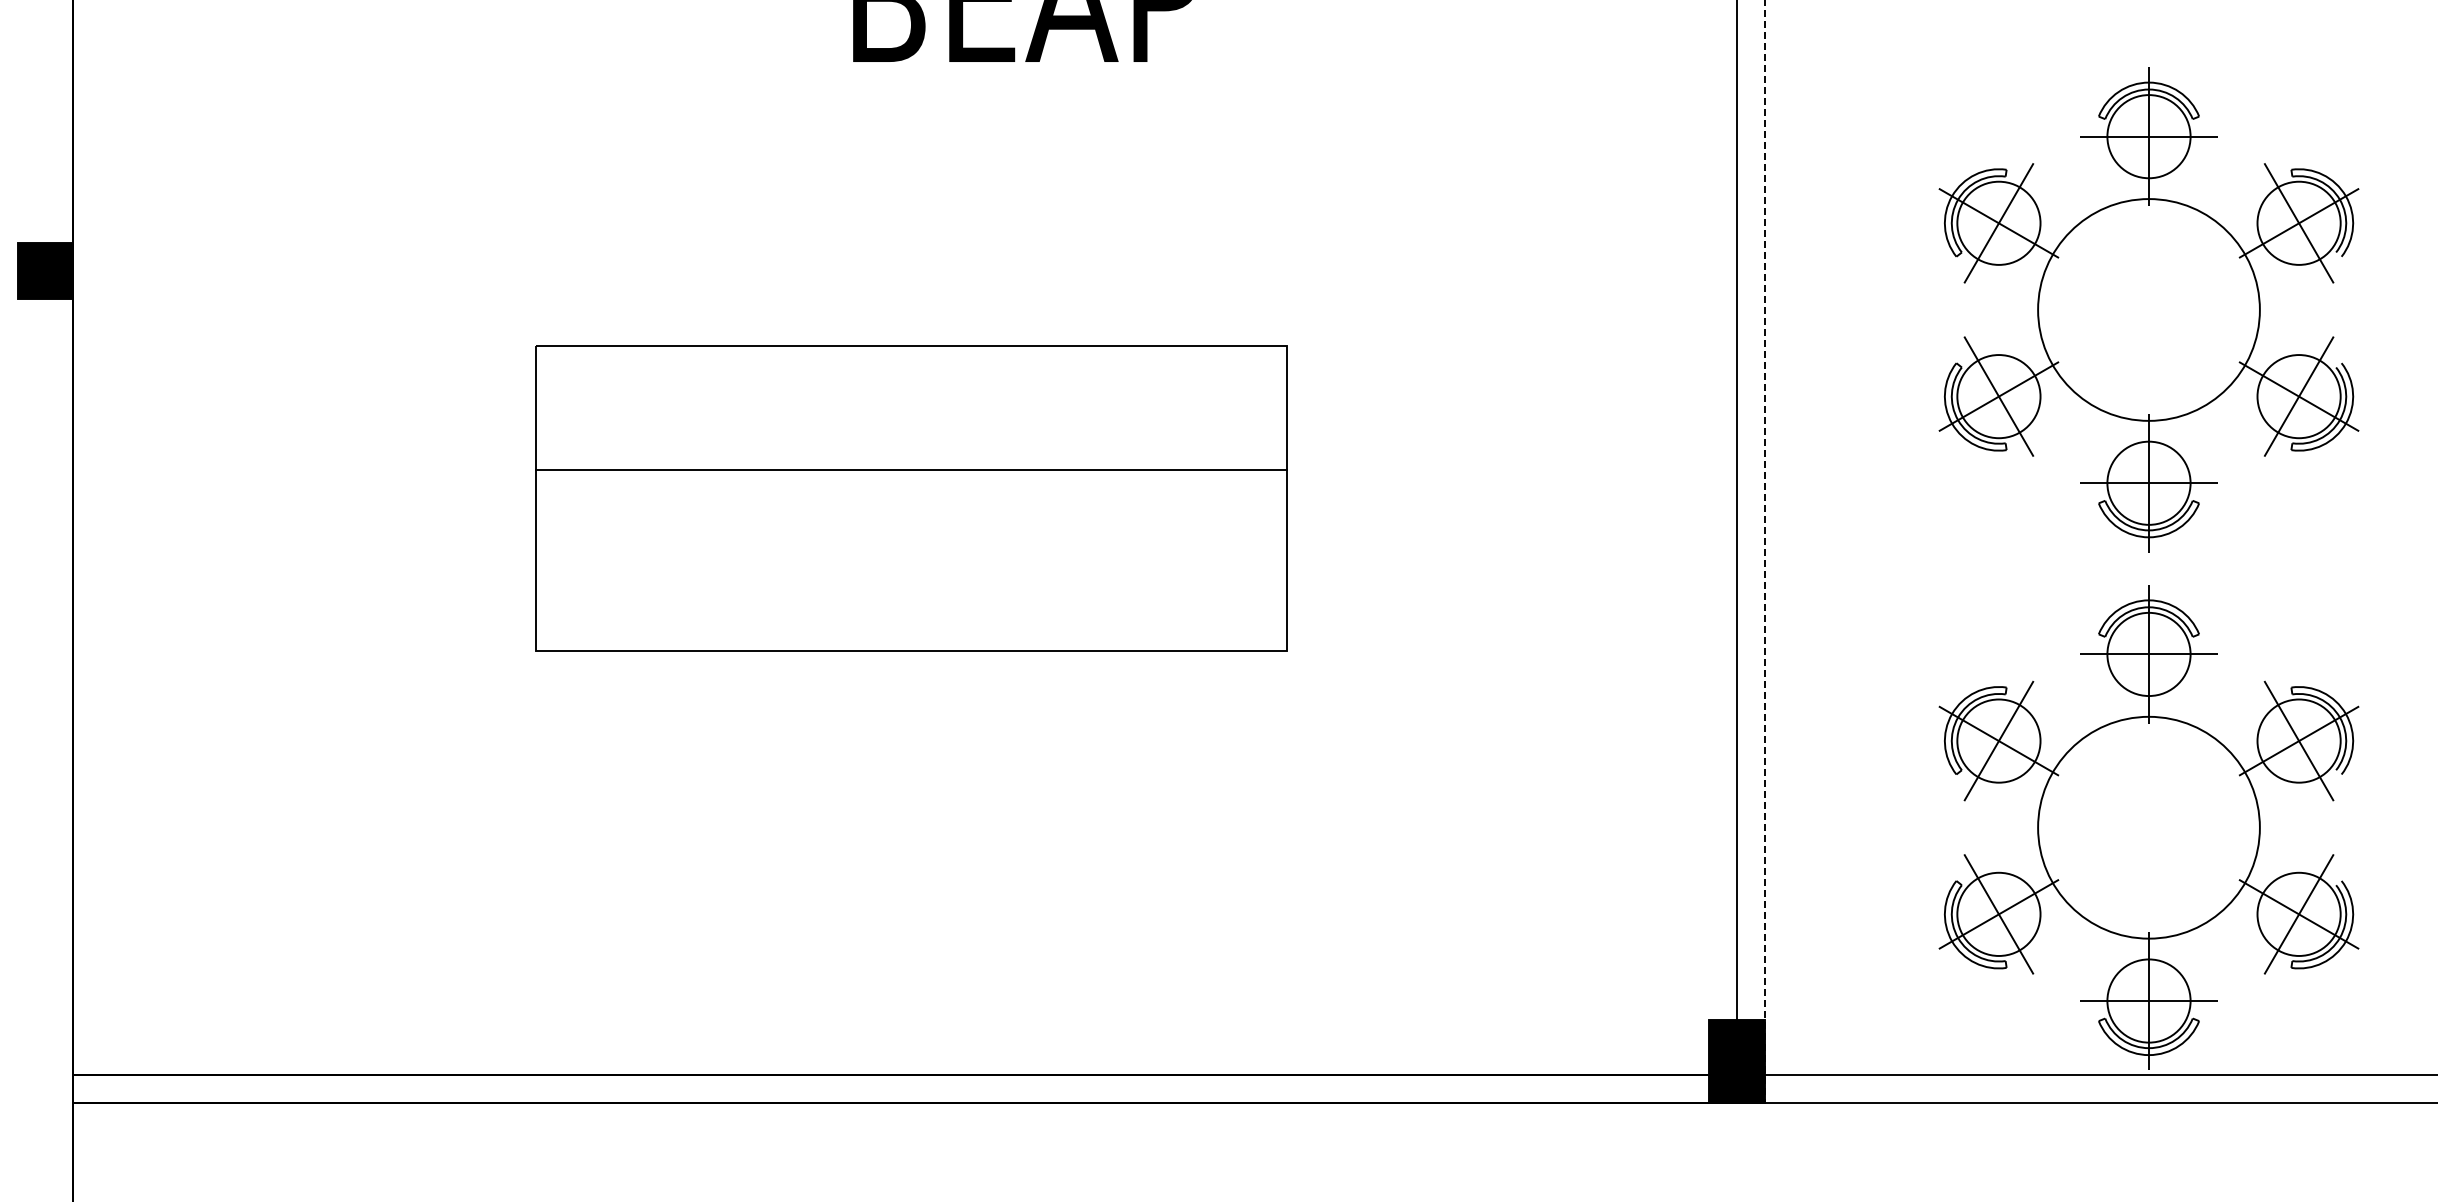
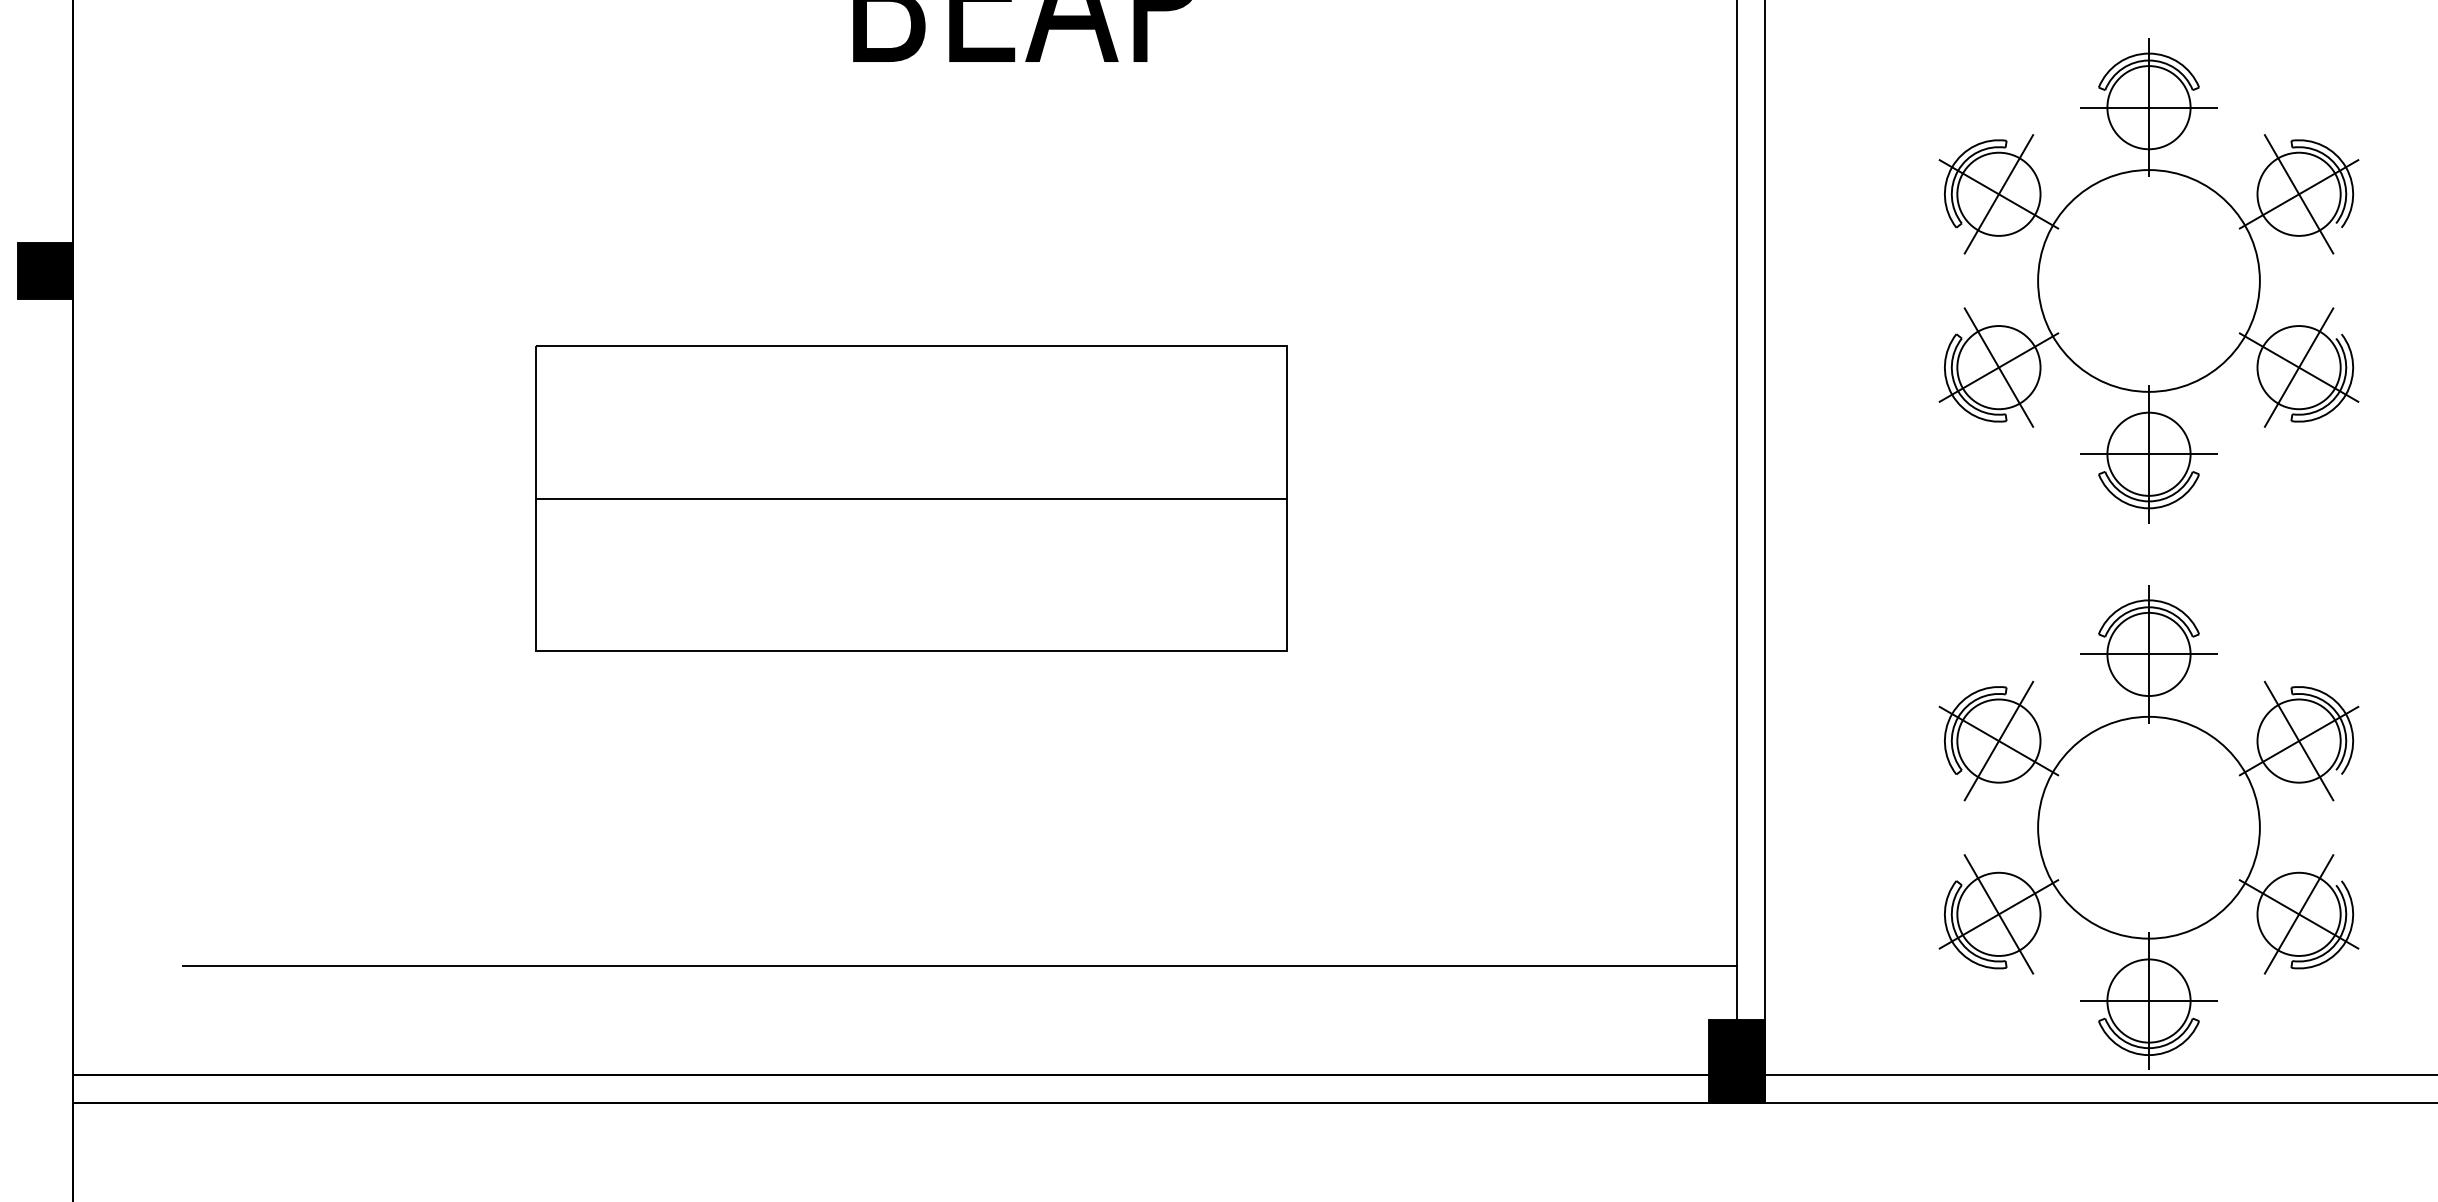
part at (2148, 309) position: (2148, 309) -> (2148, 280)
line at (911, 469) position: (911, 469) -> (911, 498)
line at (1764, 552): dashed -> solid
line at (959, 966): none -> present
